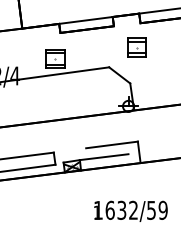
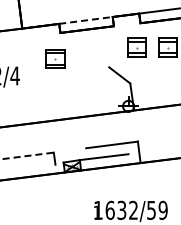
line at (85, 20): solid -> dashed
part at (167, 47): none -> present
line at (55, 74): present -> none
line at (27, 156): solid -> dashed
line at (28, 167): present -> none
